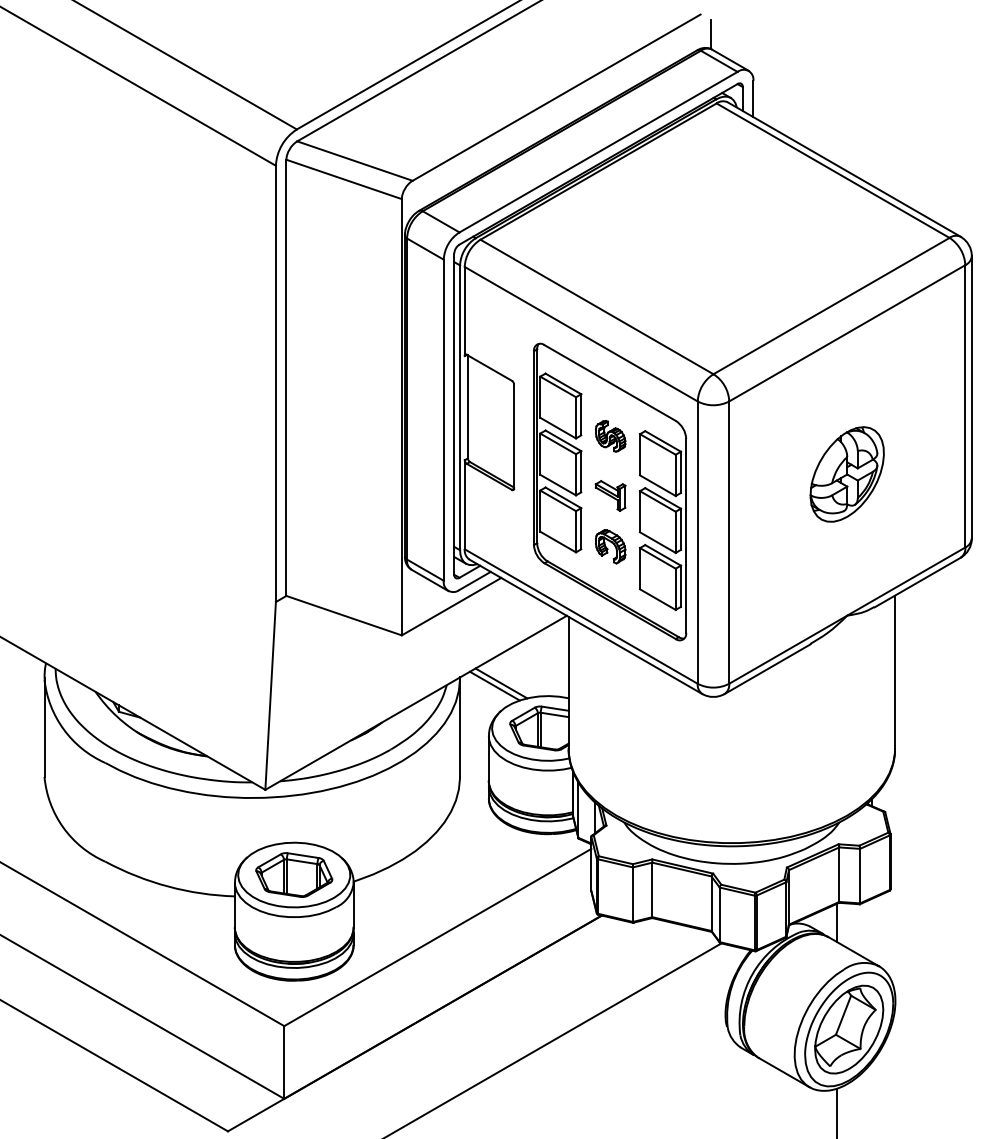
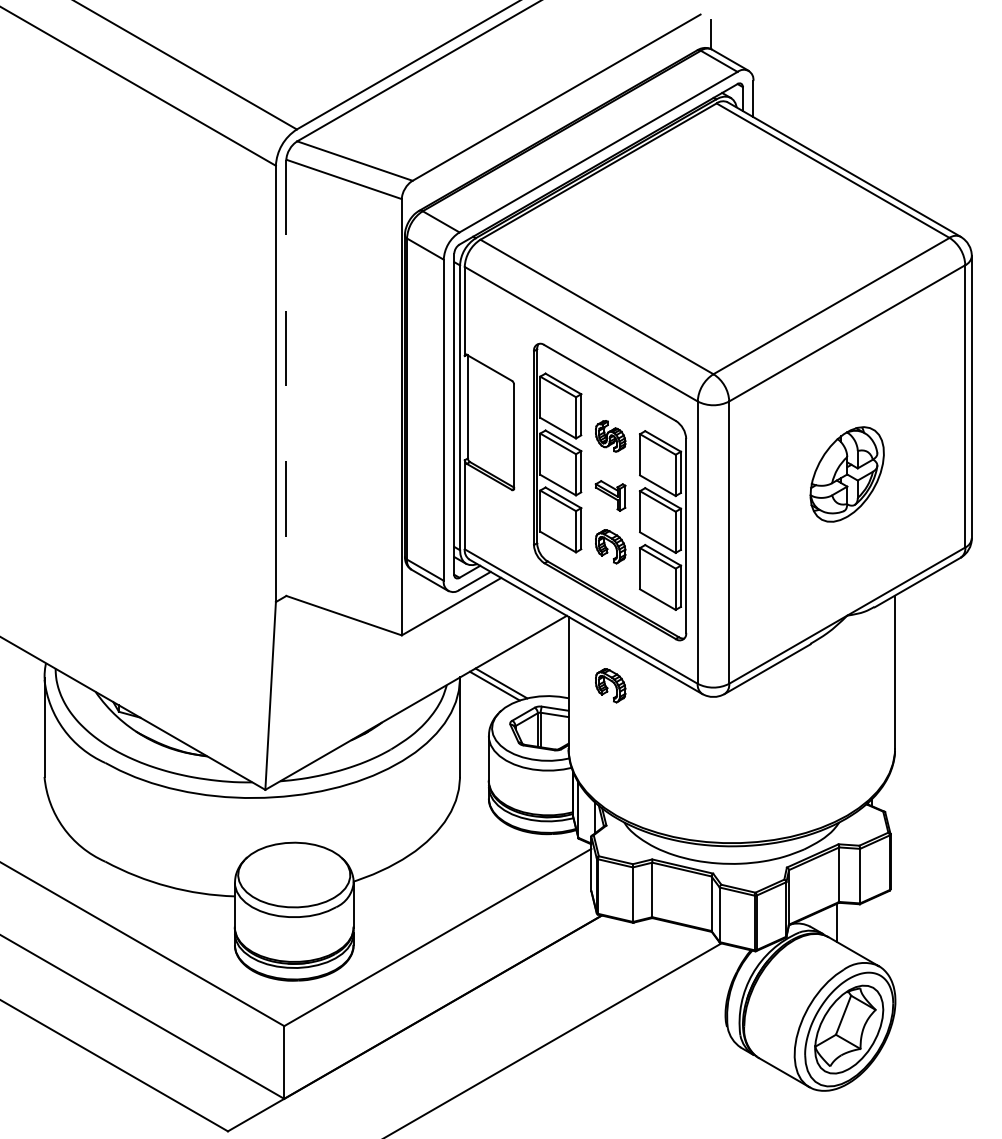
line at (286, 378): solid -> dashed
part at (610, 685): none -> present
part at (294, 874): present -> none
line at (836, 1111): present -> none
